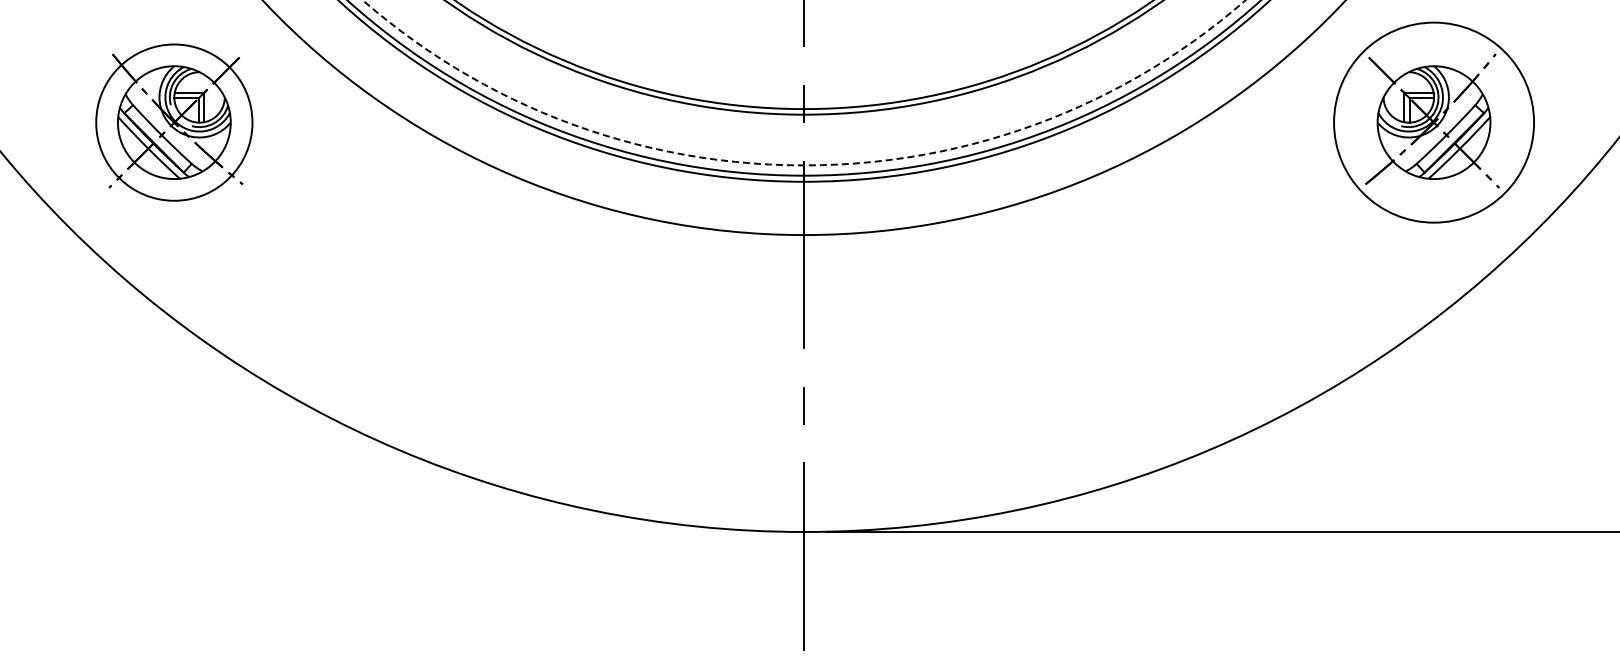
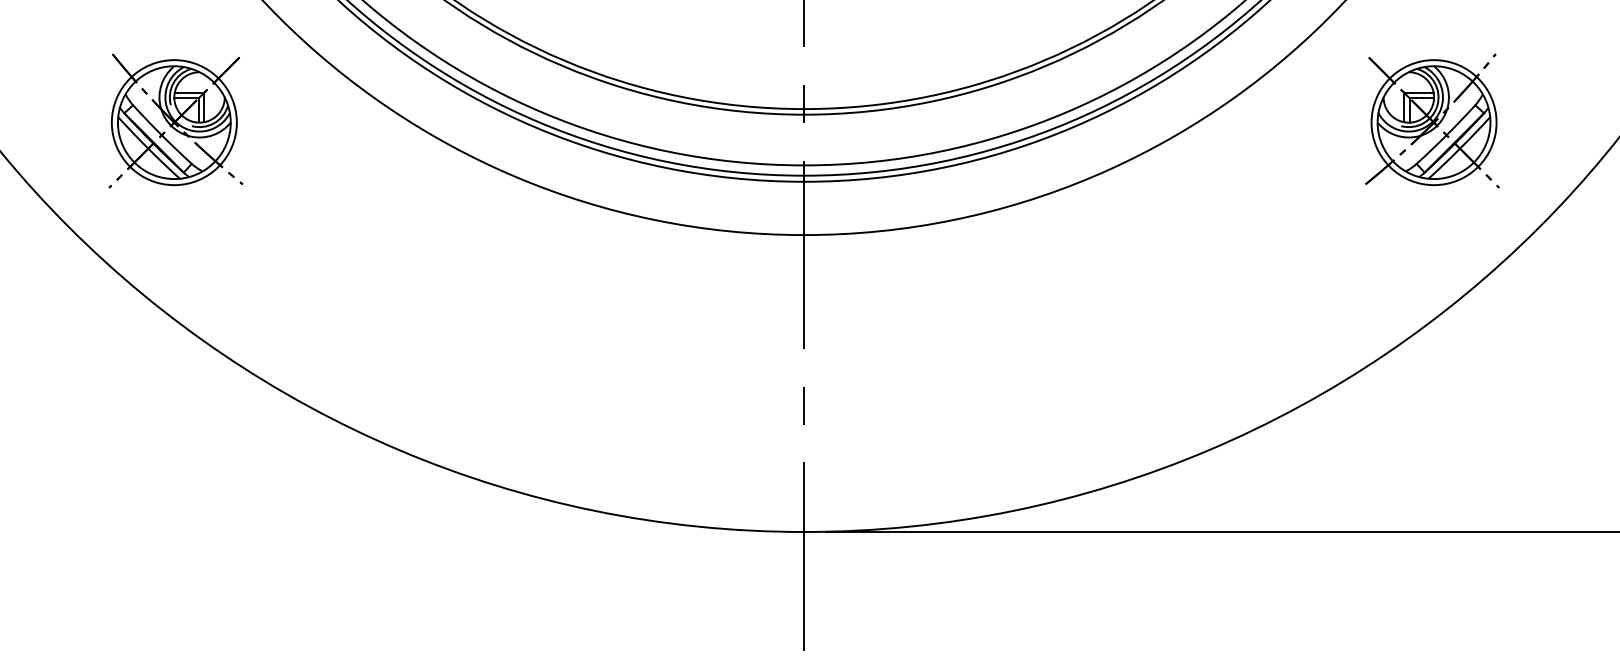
circle at (803, 82): dashed -> solid
circle at (174, 122) diameter: 156 px -> 125 px
circle at (1434, 122) diameter: 200 px -> 125 px
